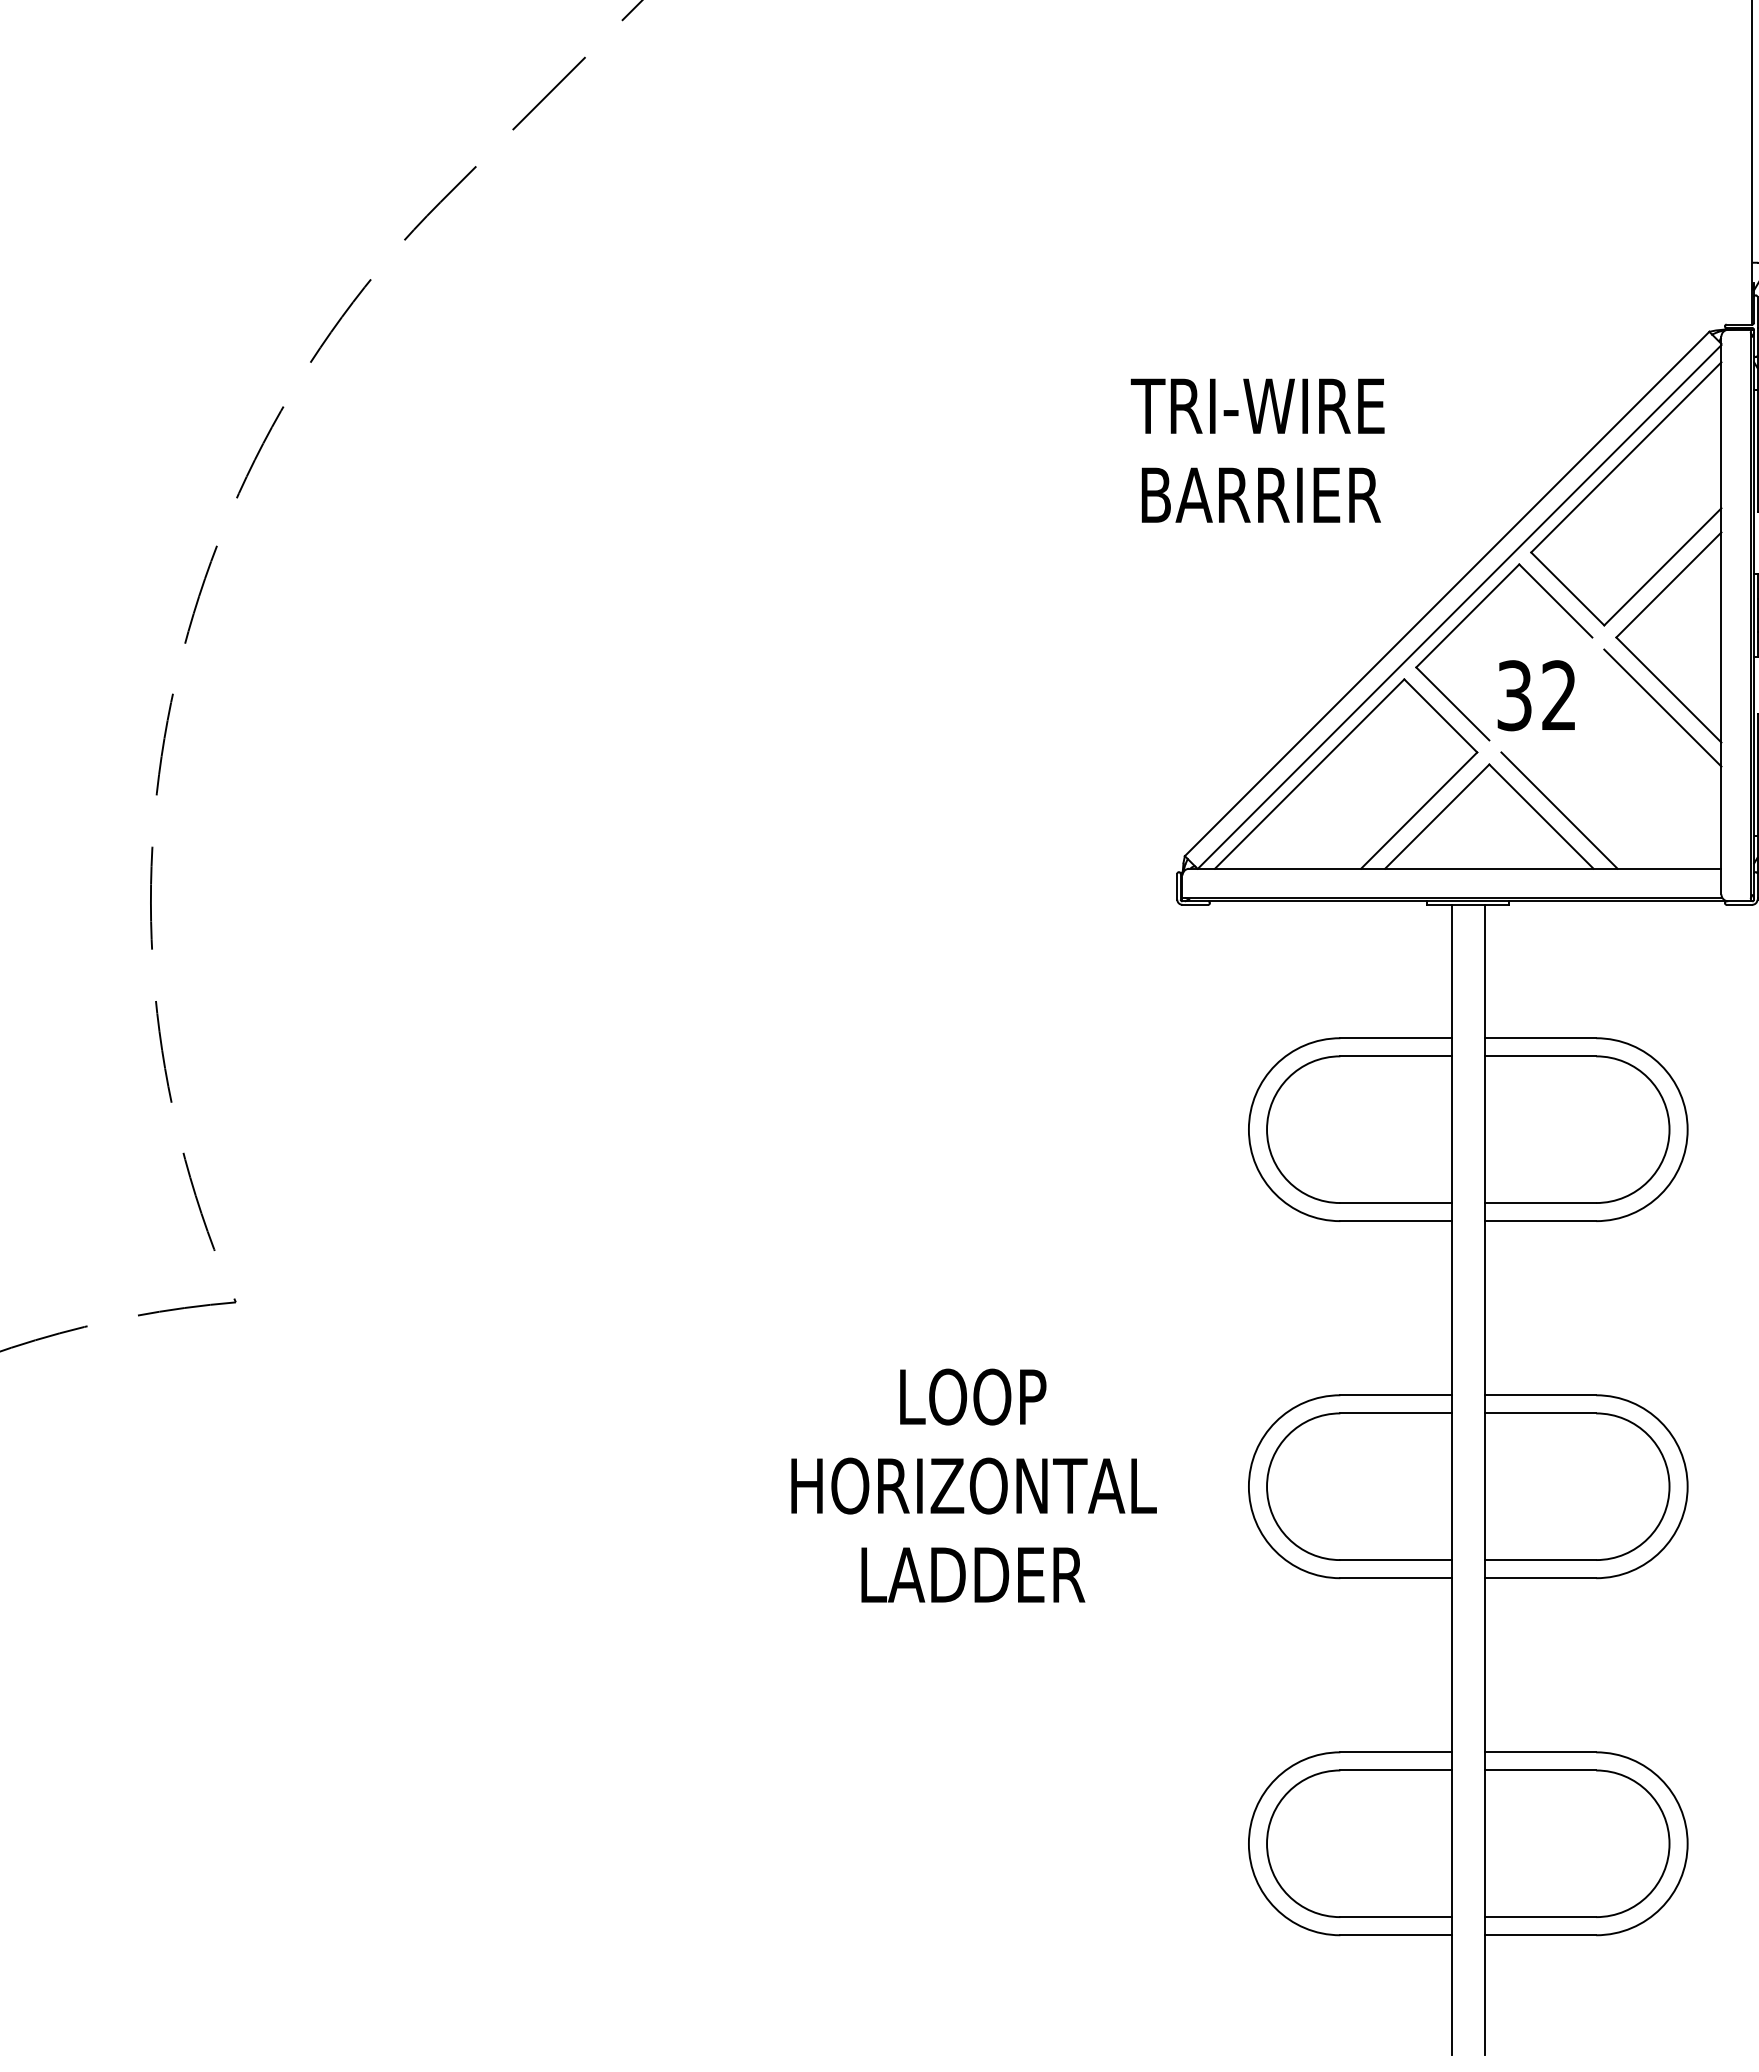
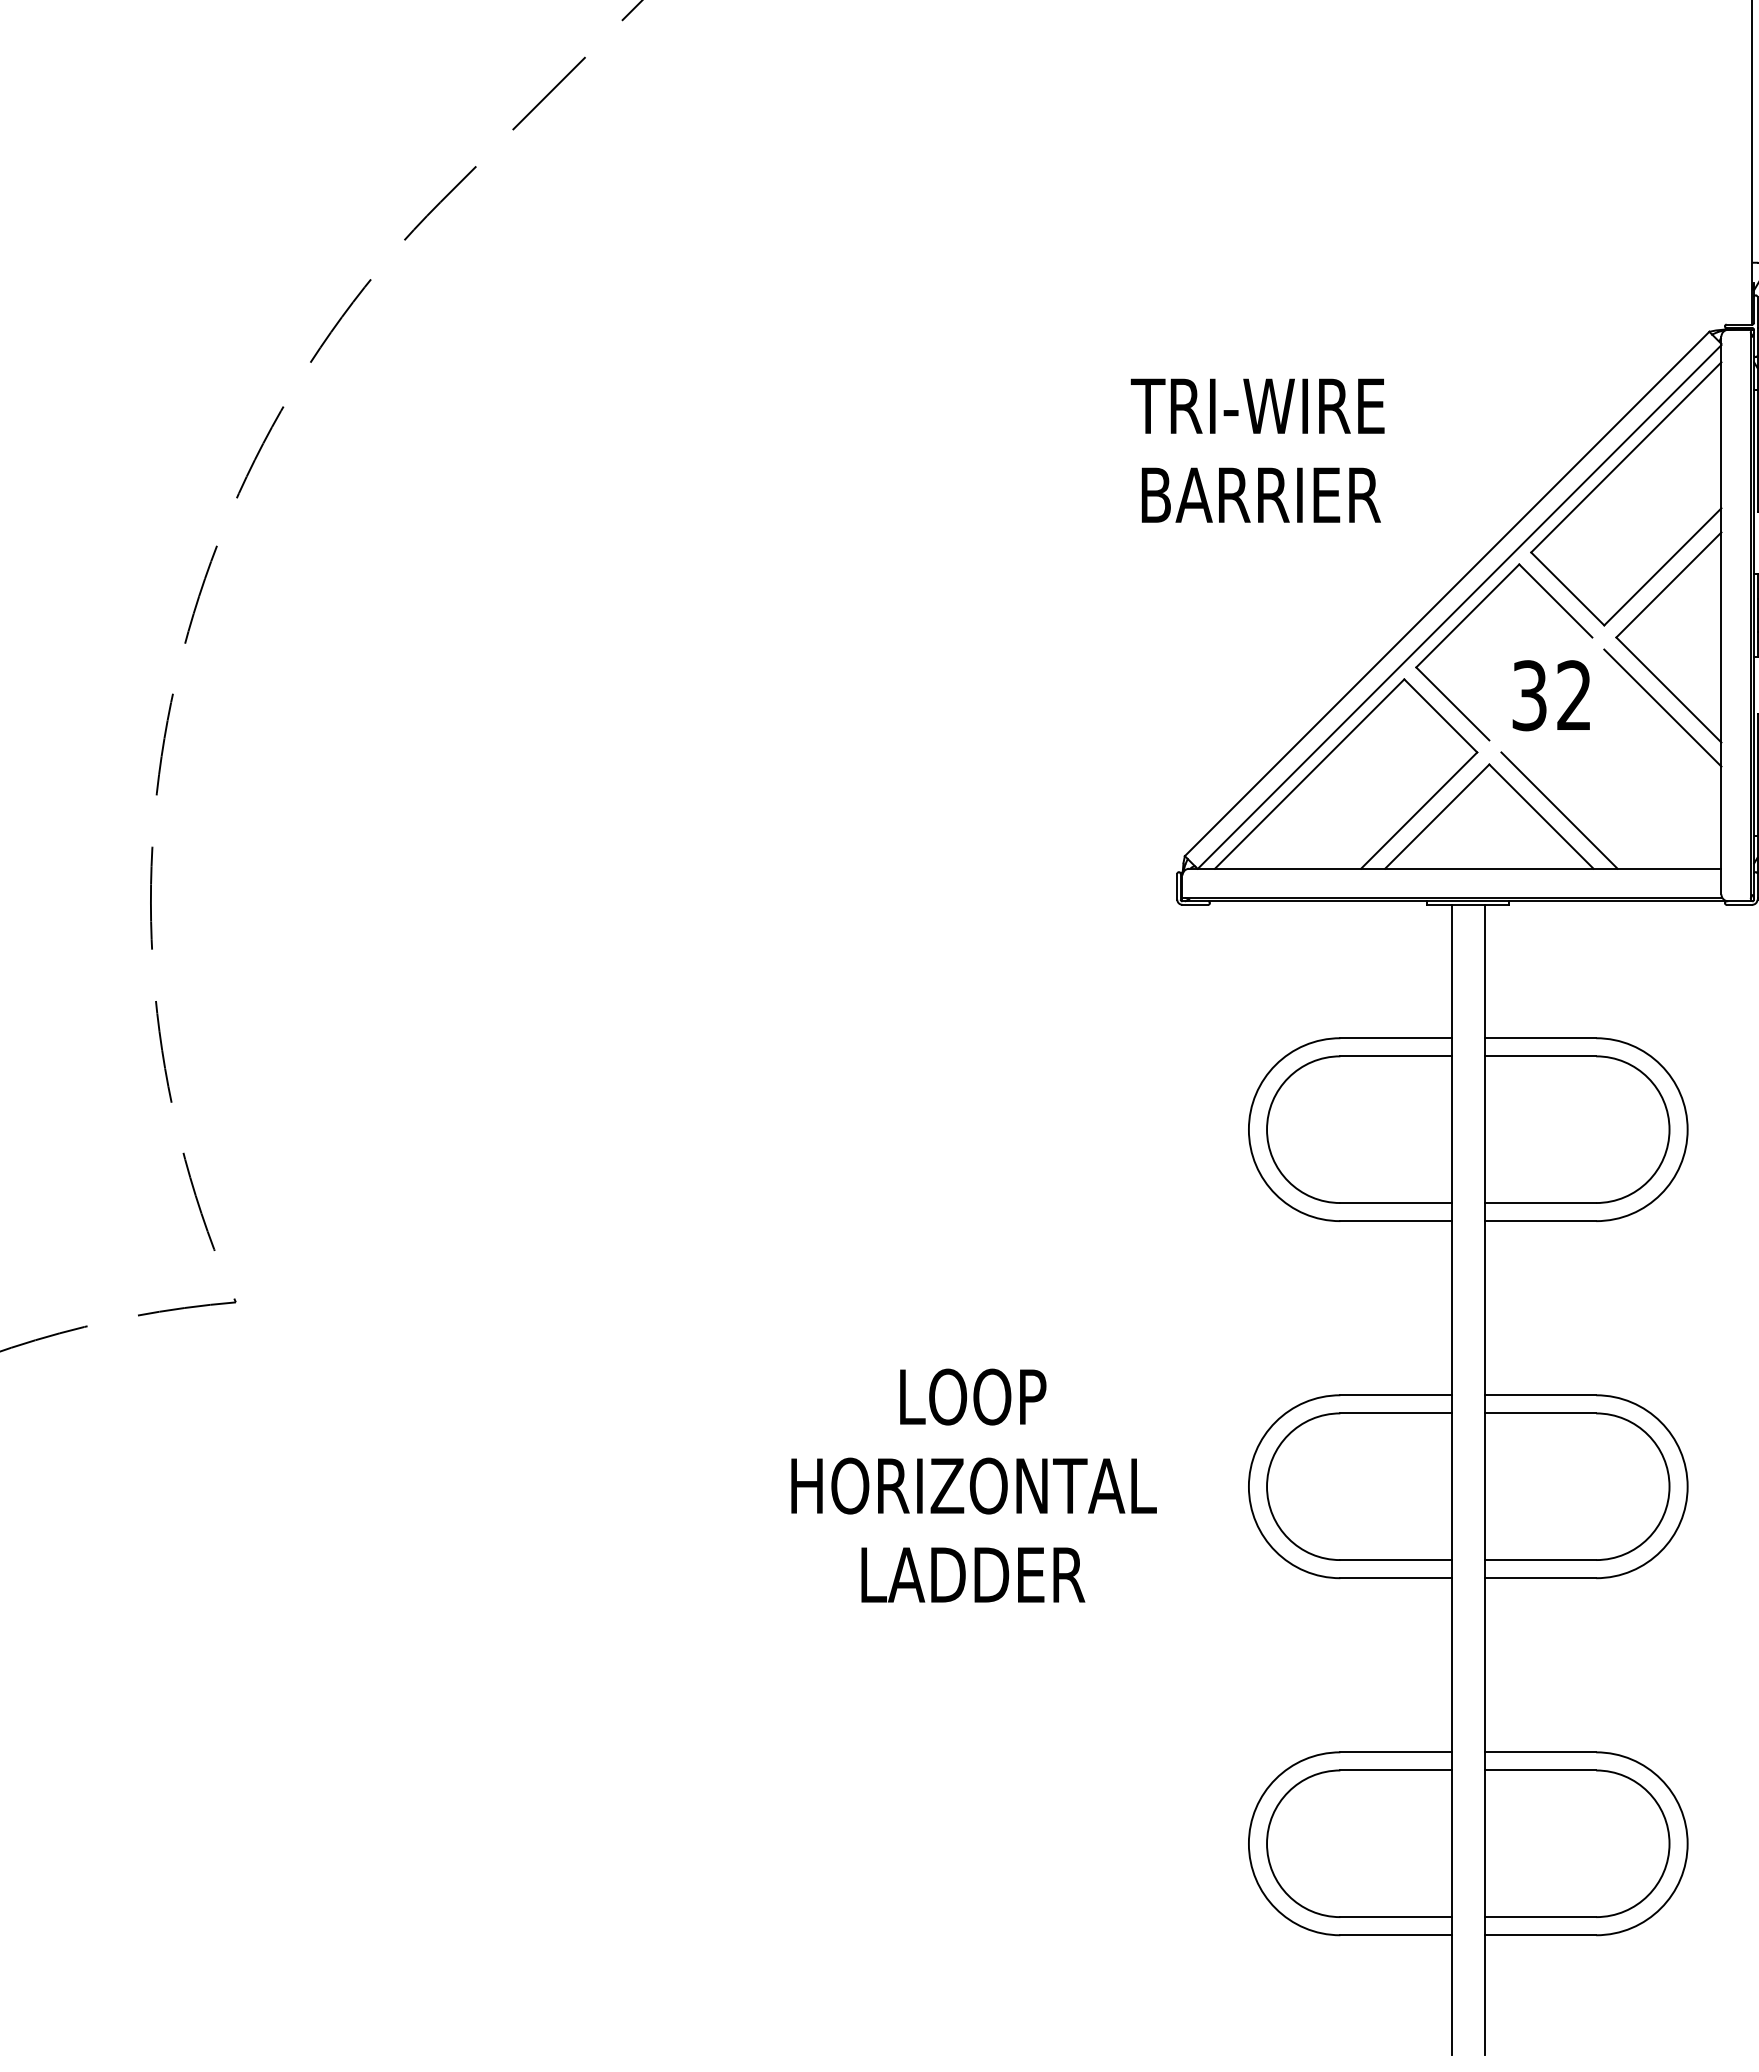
text at (1535, 695) position: (1535, 695) -> (1550, 695)
